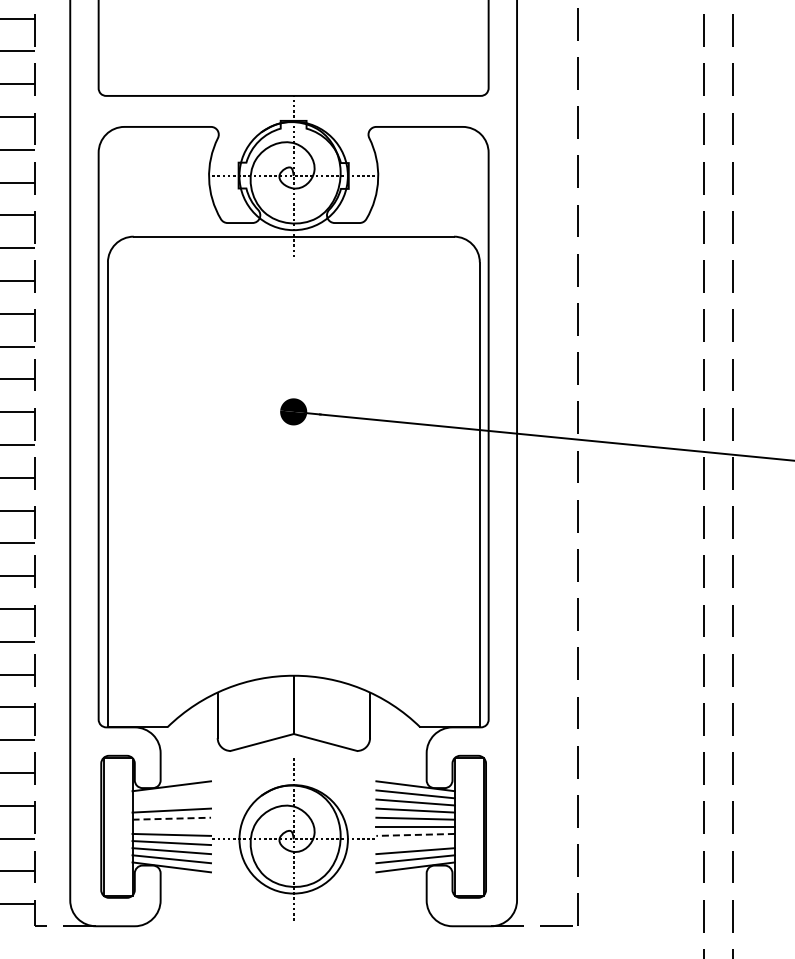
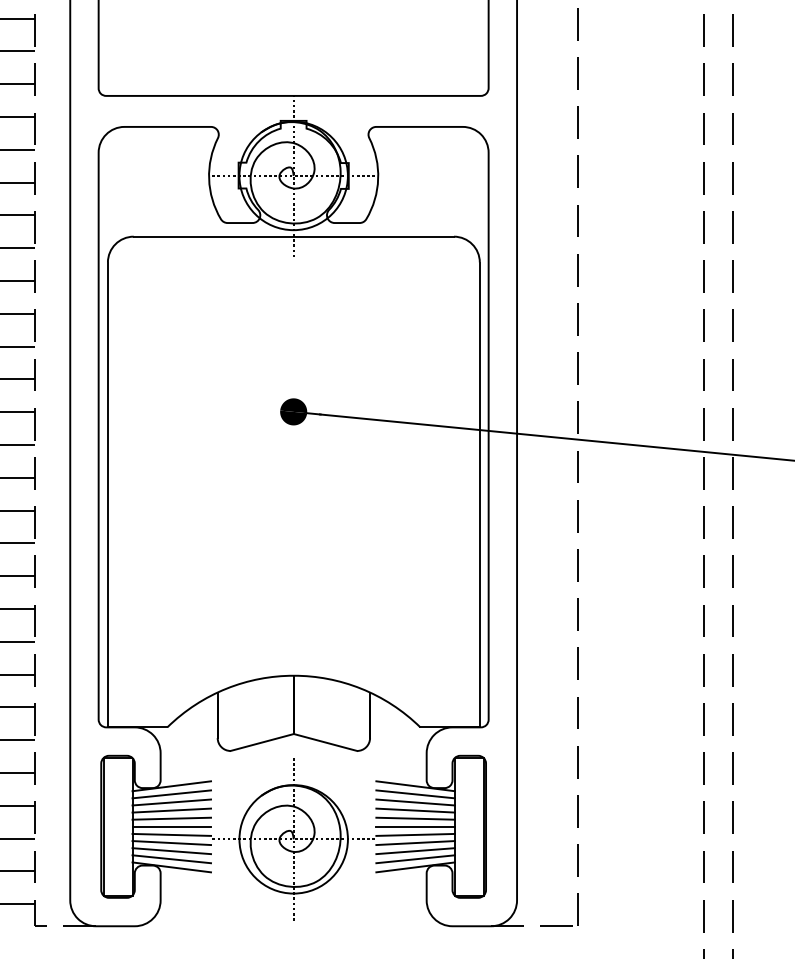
line at (171, 794): none -> present
line at (171, 802): none -> present
line at (172, 818): dashed -> solid
line at (171, 826): none -> present
line at (415, 834): dashed -> solid
line at (415, 843): none -> present
